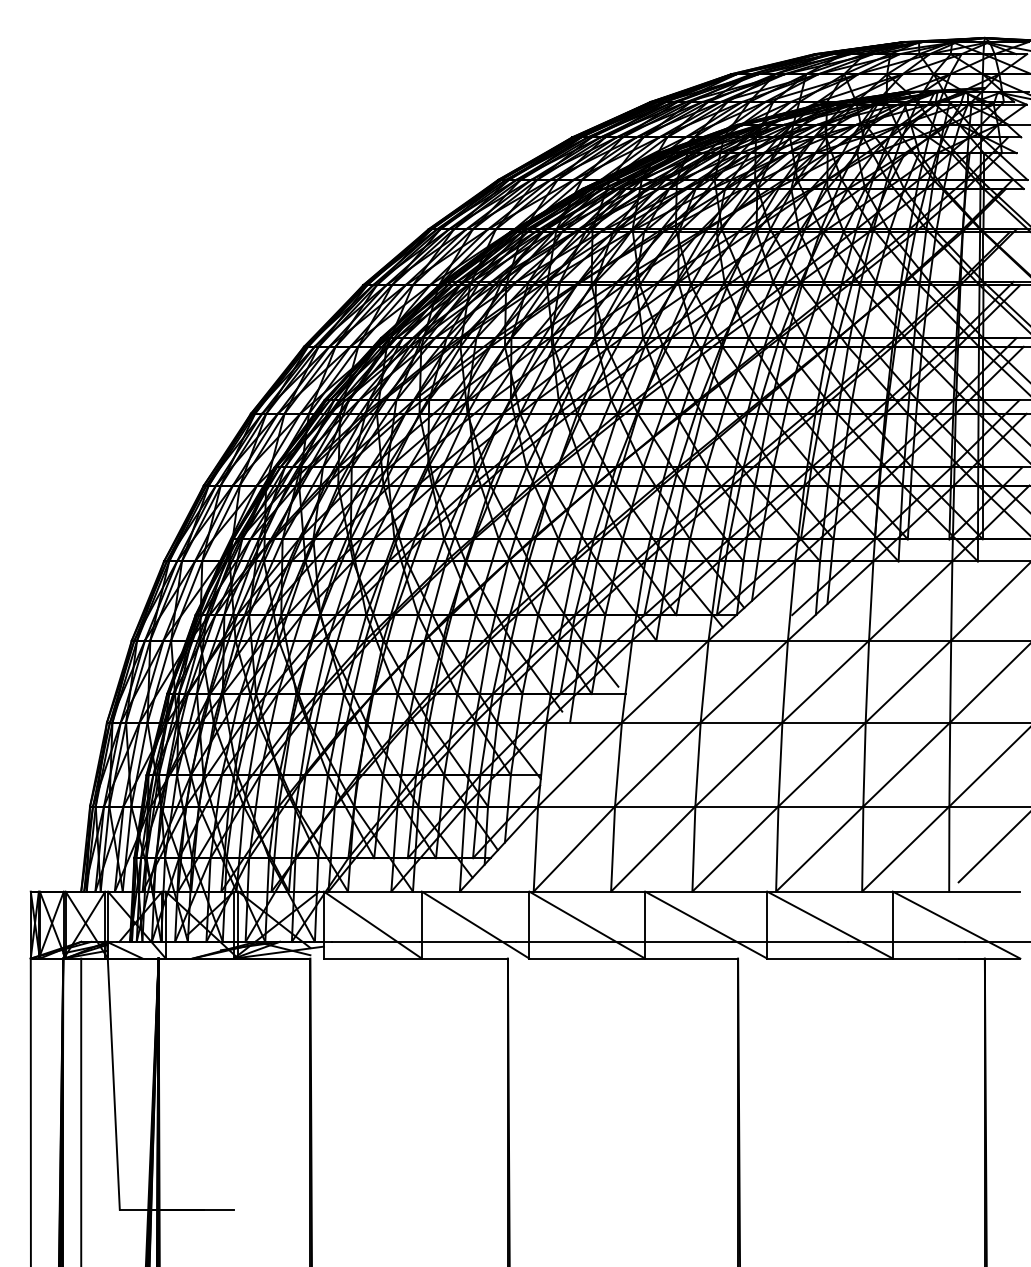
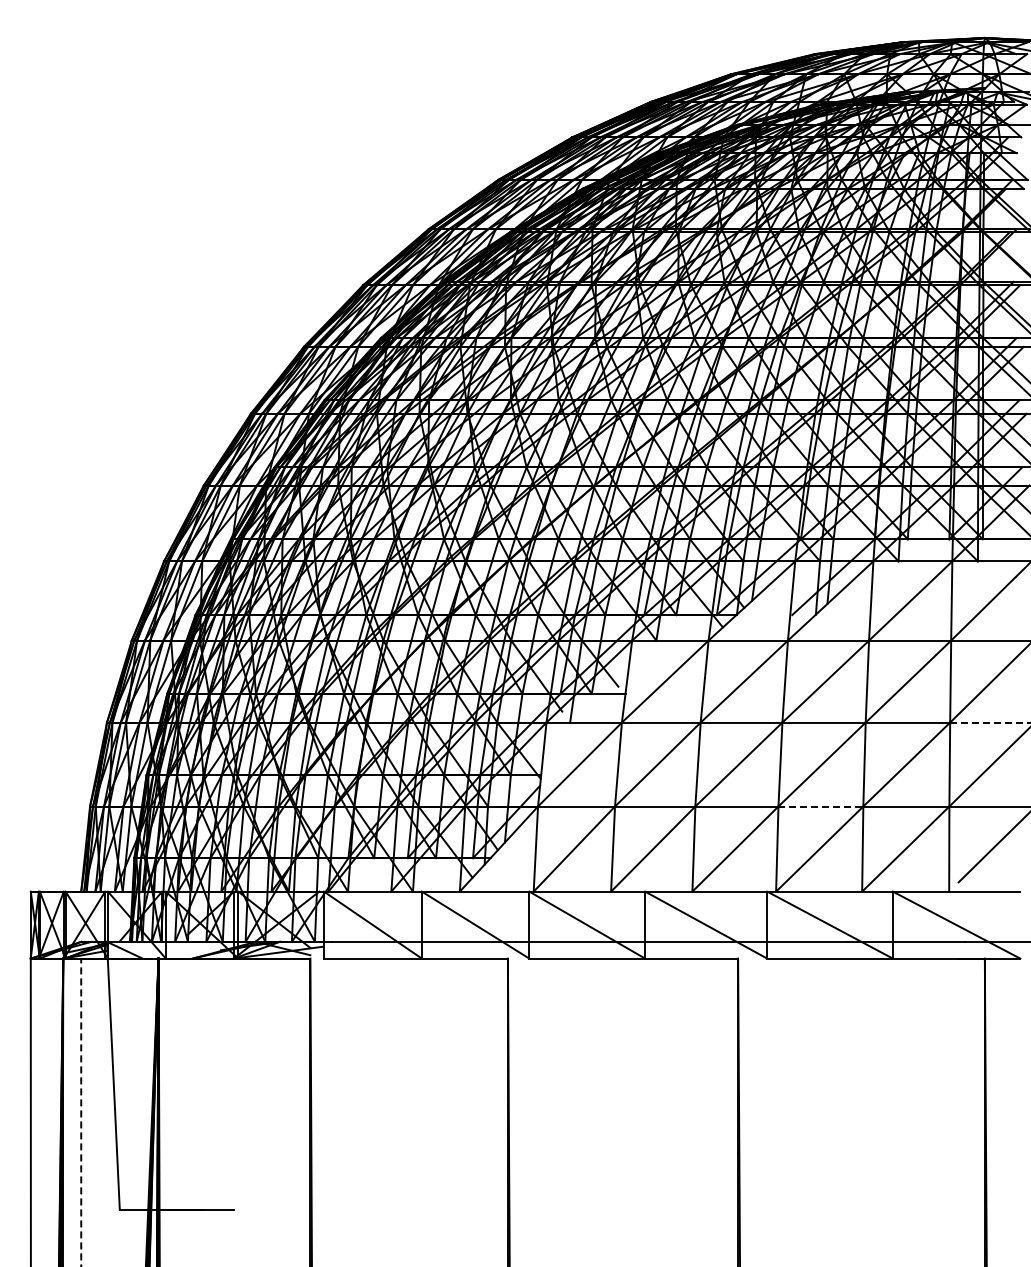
line at (990, 722): solid -> dashed
line at (821, 806): solid -> dashed
line at (81, 1112): solid -> dashed
